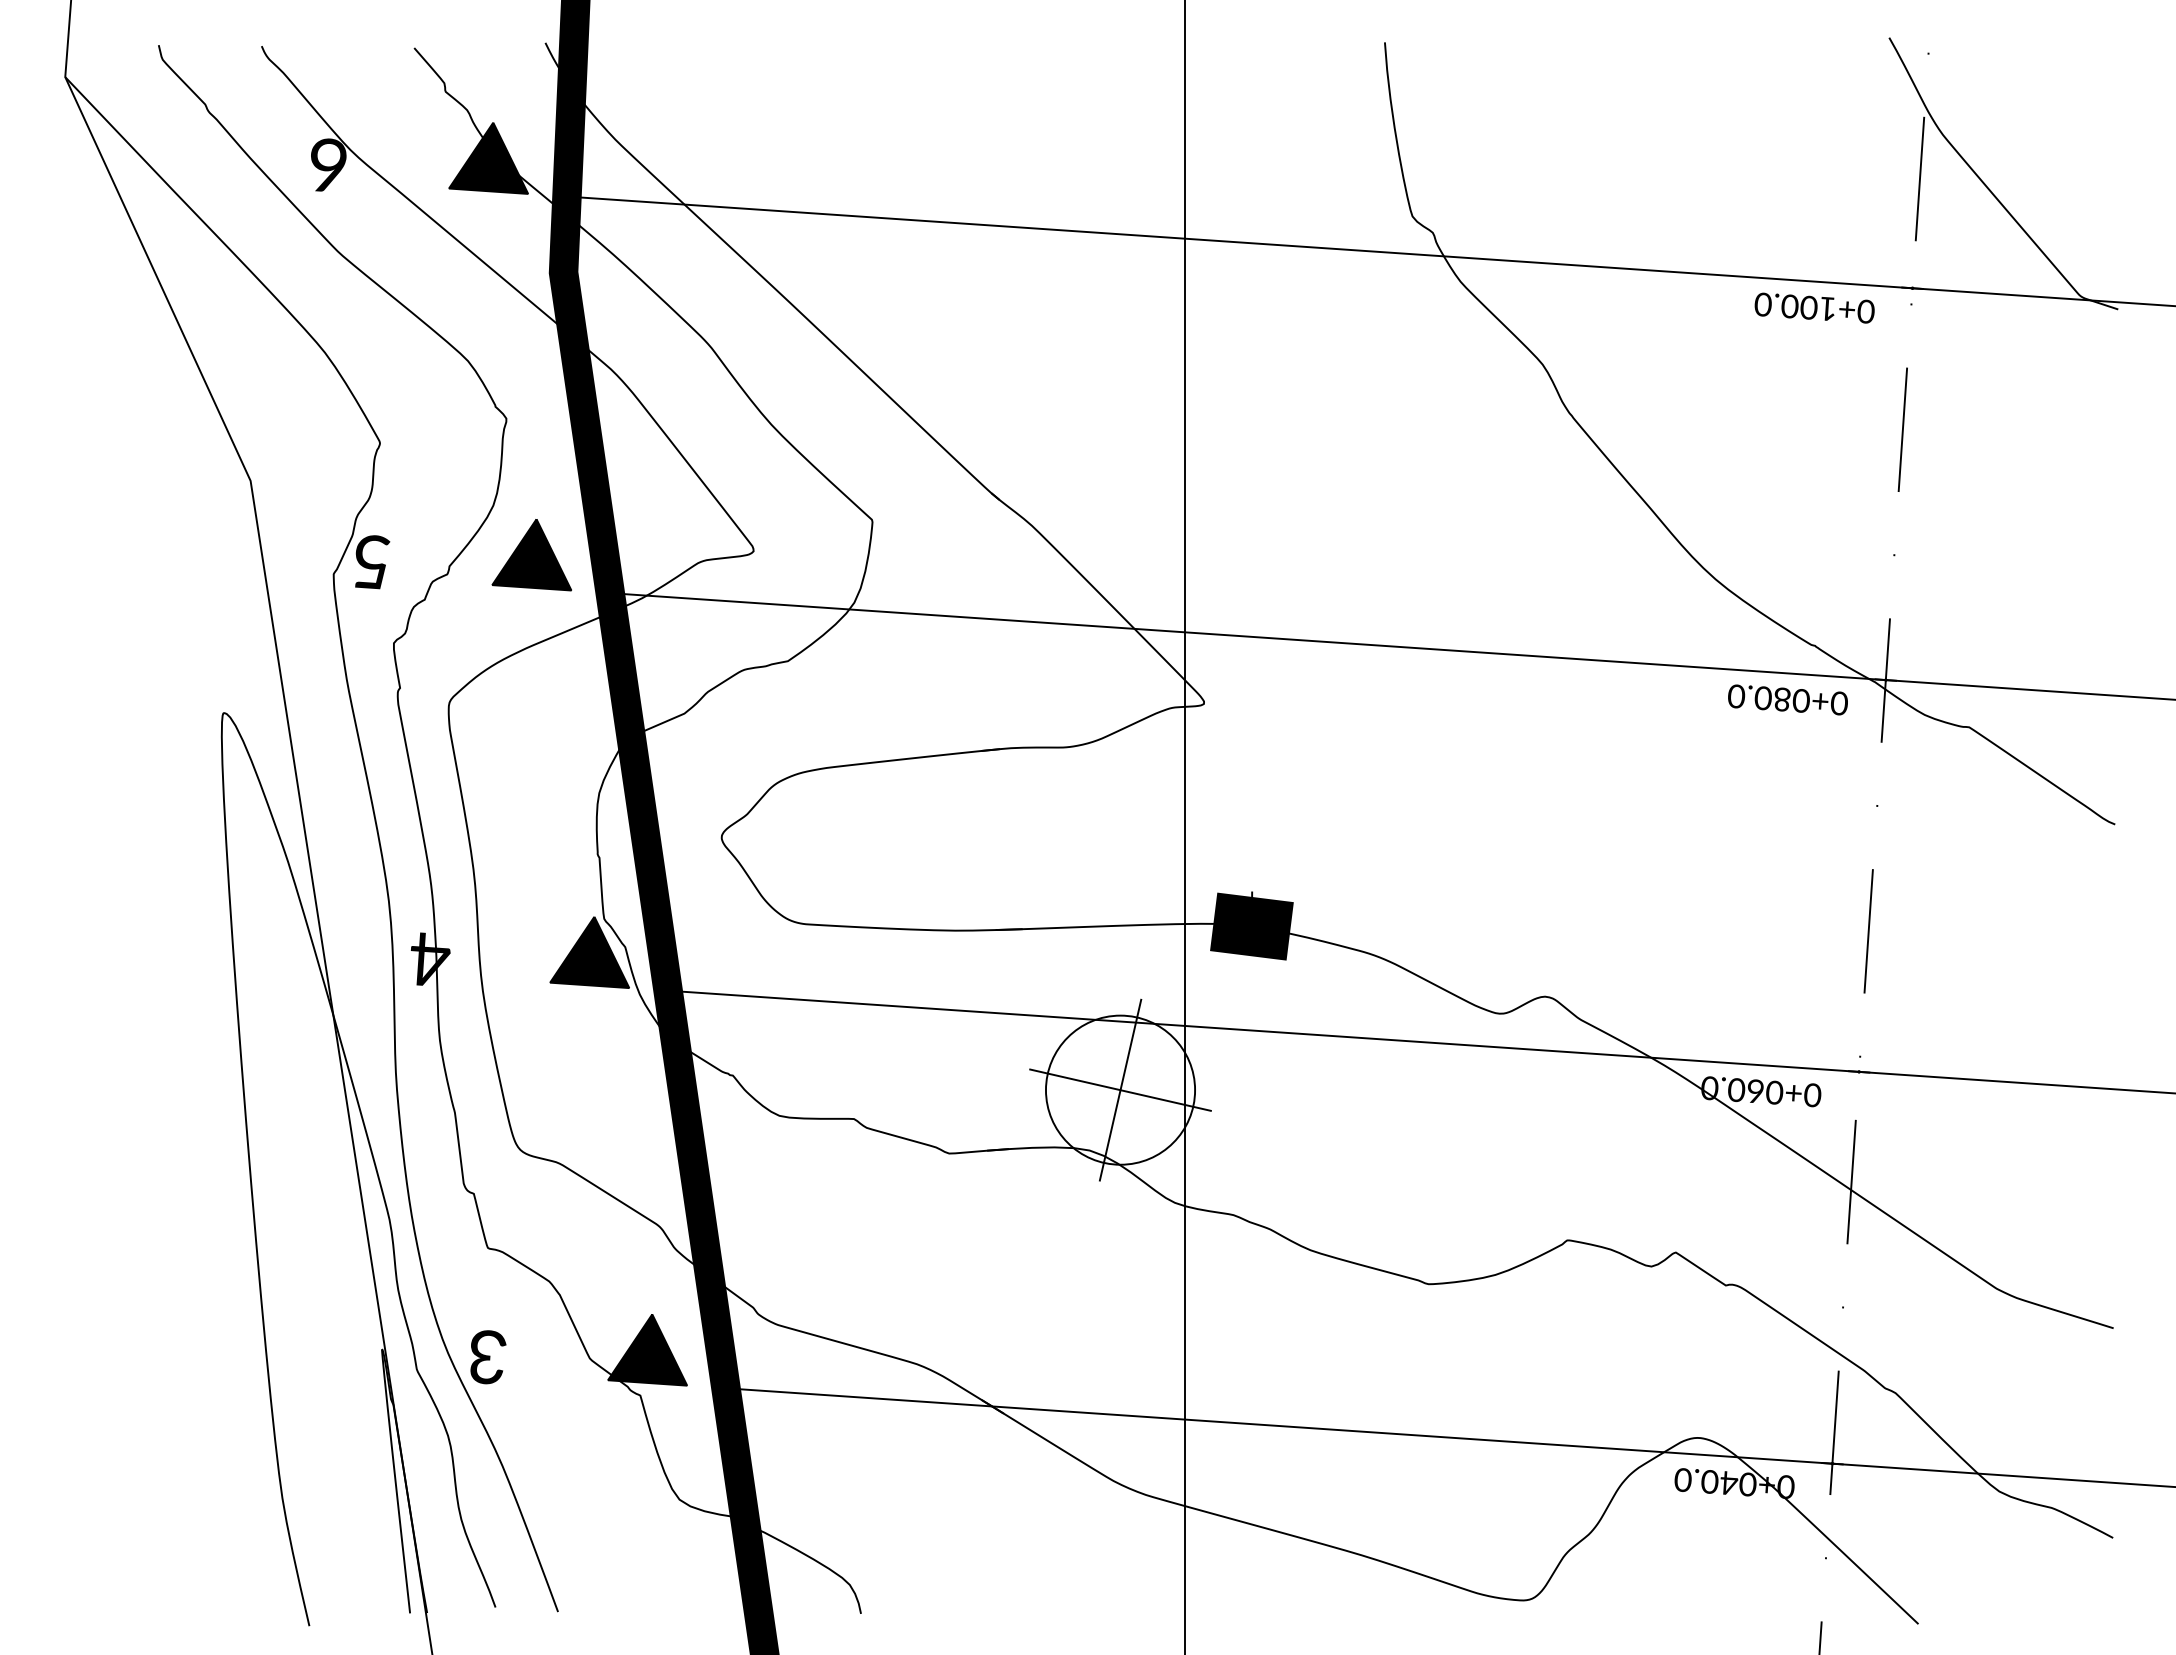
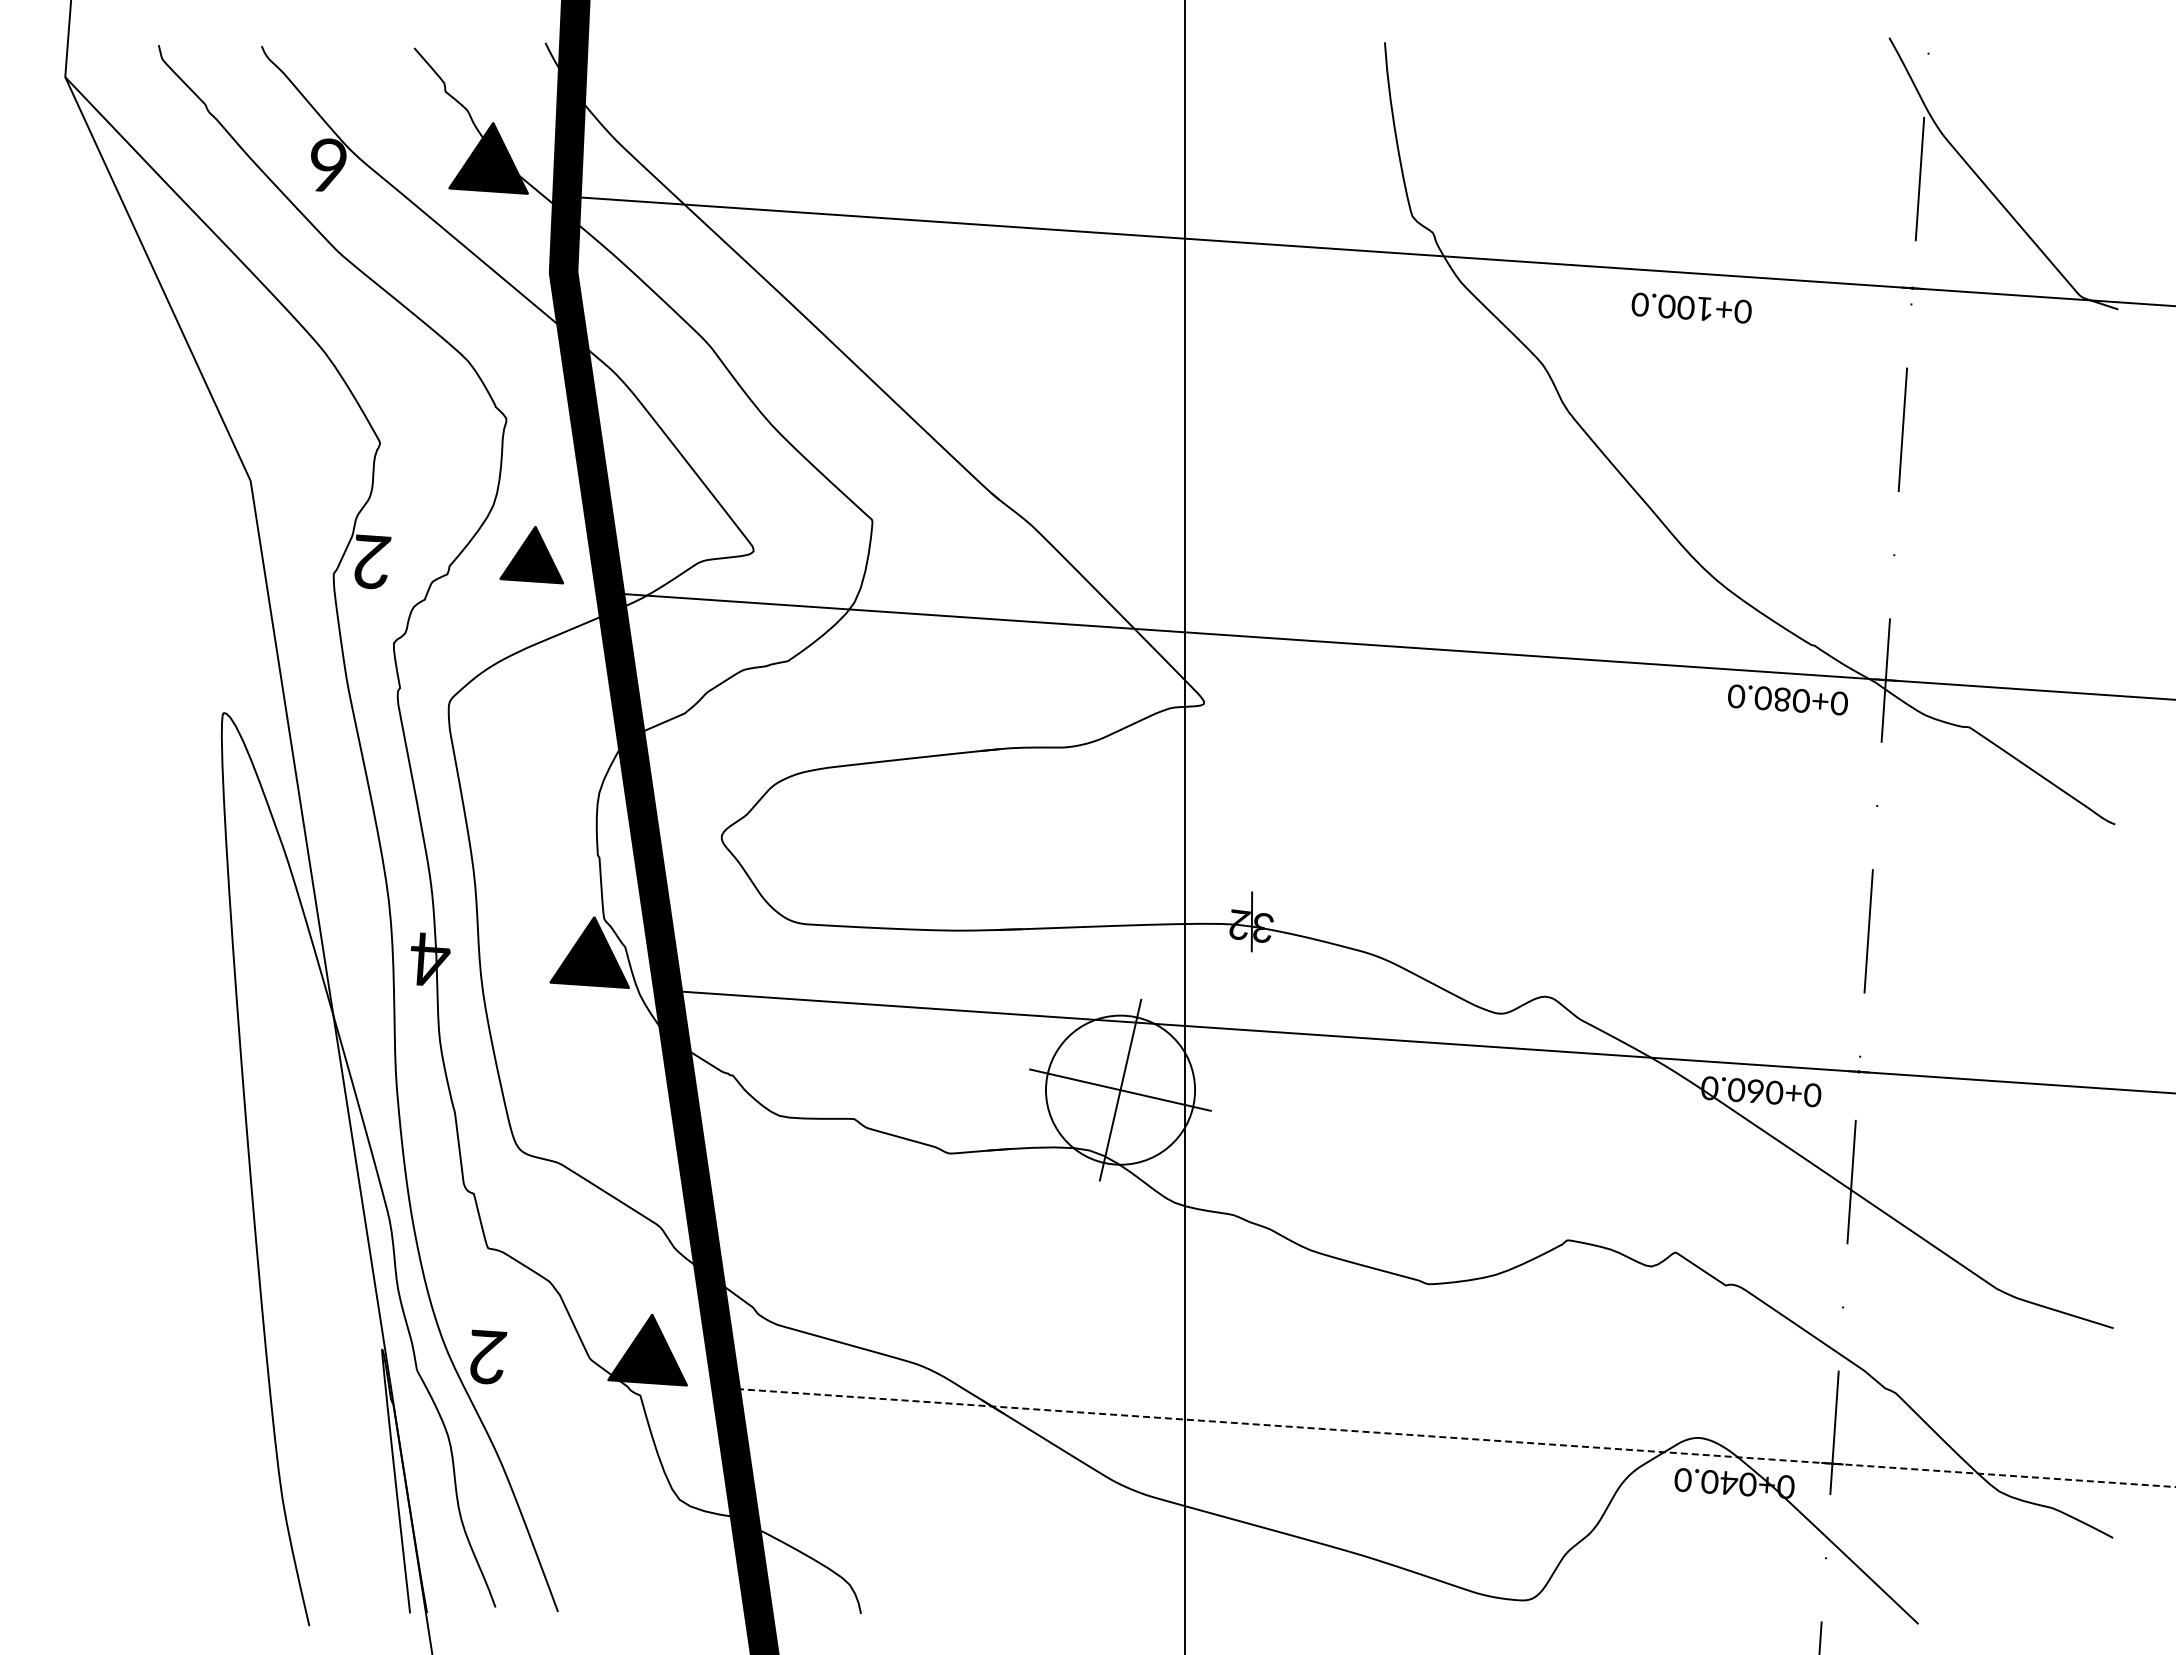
text at (1814, 307) position: (1814, 307) -> (1691, 307)
part at (531, 555) size: 81x73 px -> 65x59 px
text at (372, 561): 5 -> 2
fill at (1251, 926): present -> none
text at (488, 1355): 3 -> 2
line at (1451, 1437): solid -> dashed
